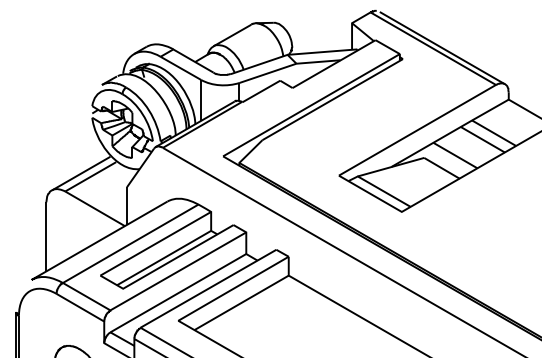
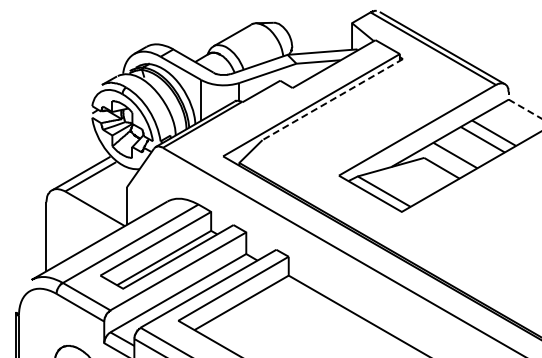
line at (332, 99): solid -> dashed
line at (520, 106): solid -> dashed
